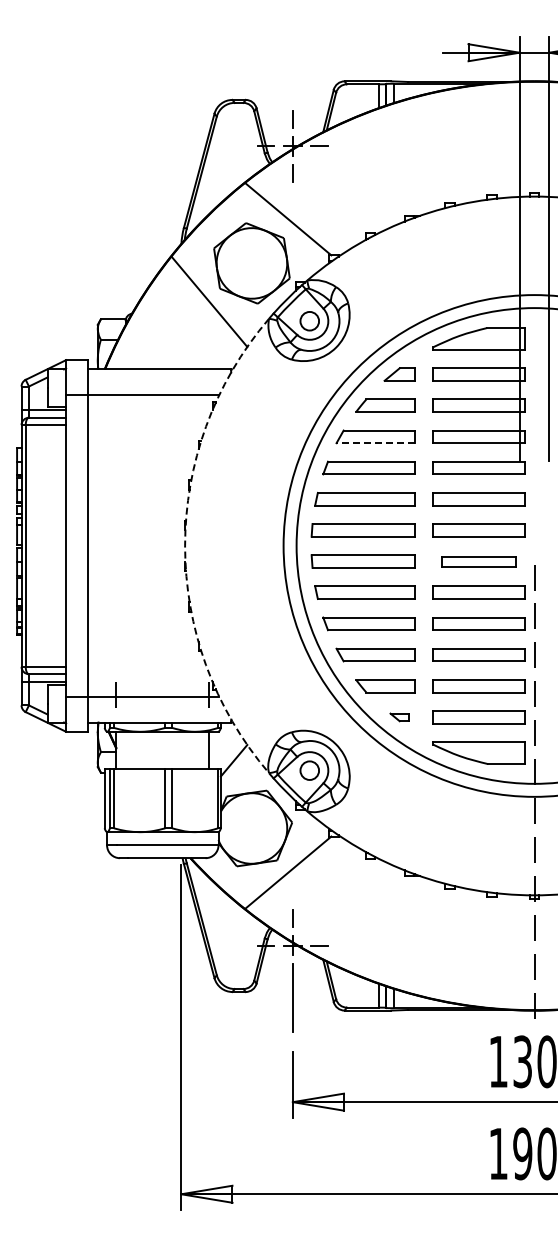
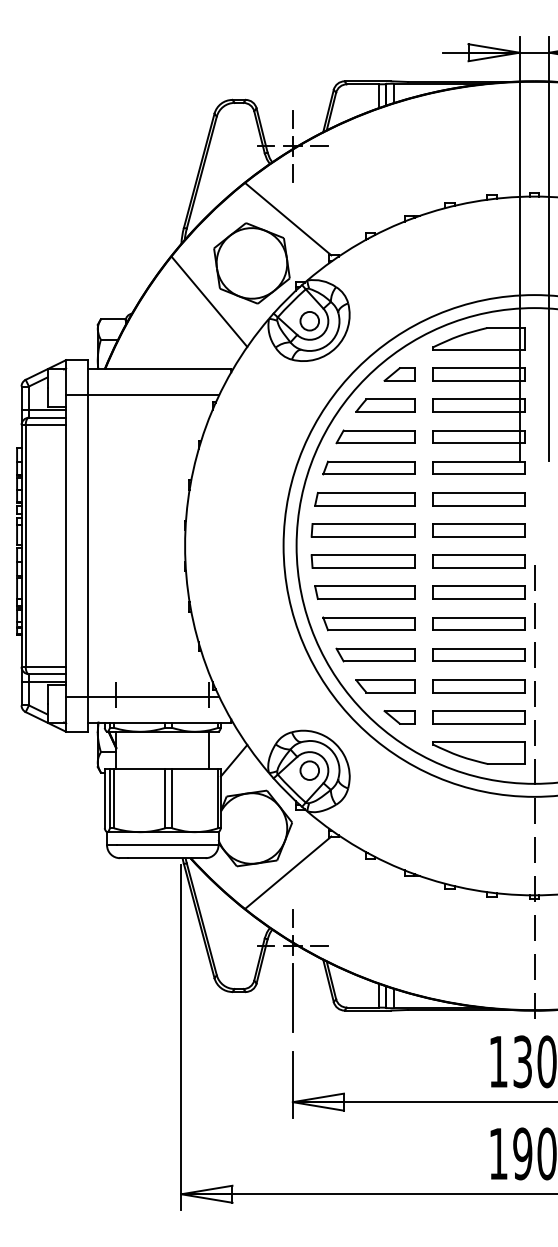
line at (375, 443): dashed -> solid
arc at (185, 545): dashed -> solid
part at (478, 561) size: 76x12 px -> 94x15 px
part at (399, 717) size: 21x11 px -> 33x15 px
